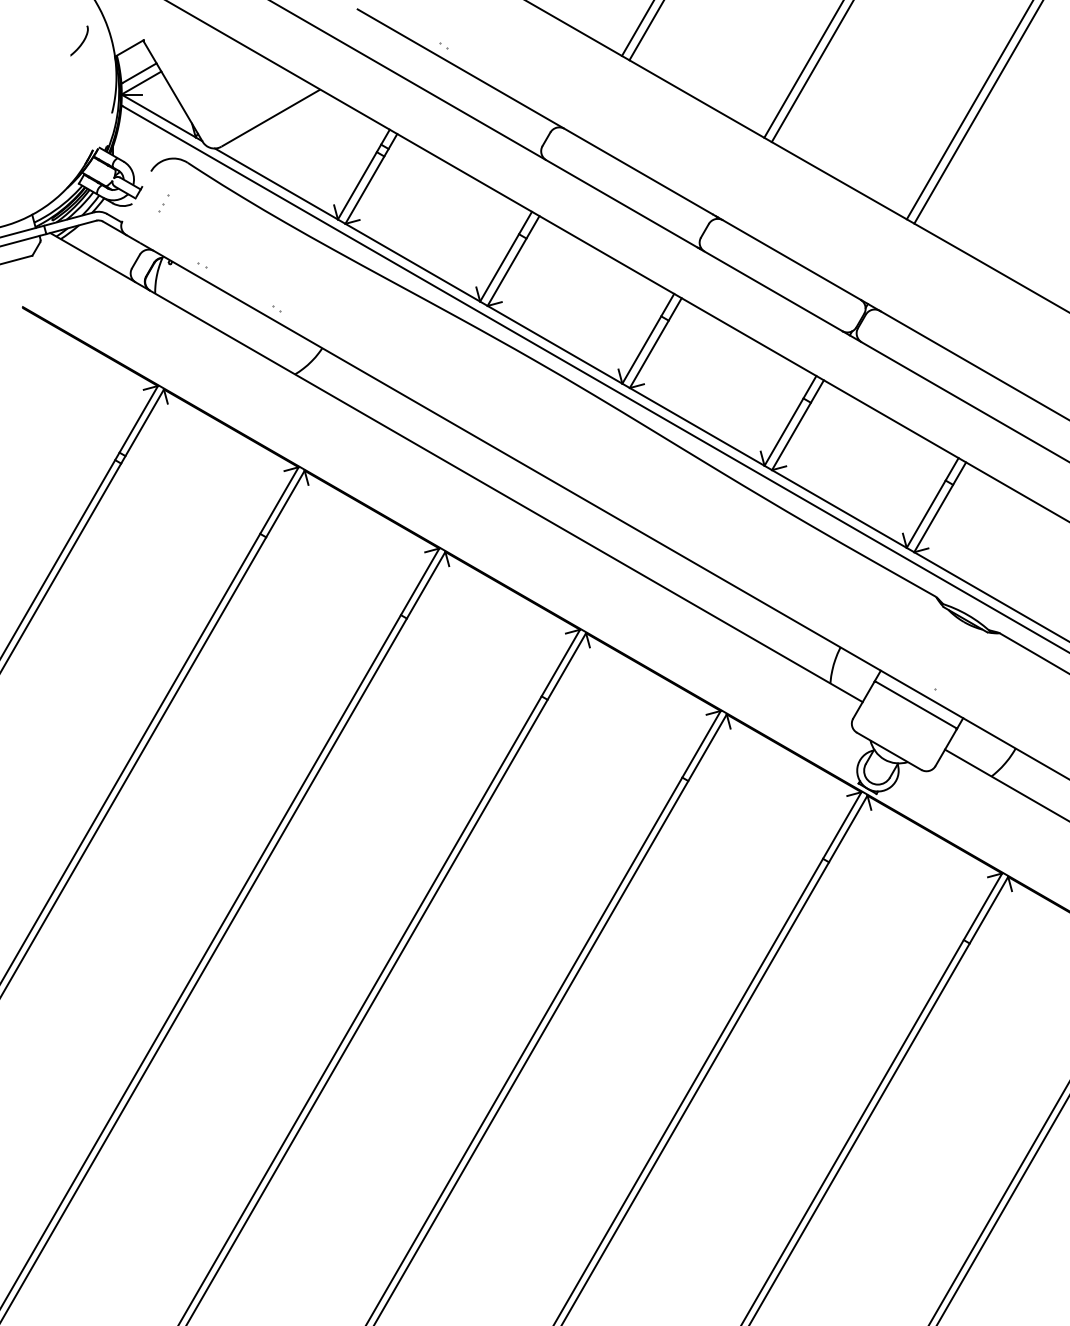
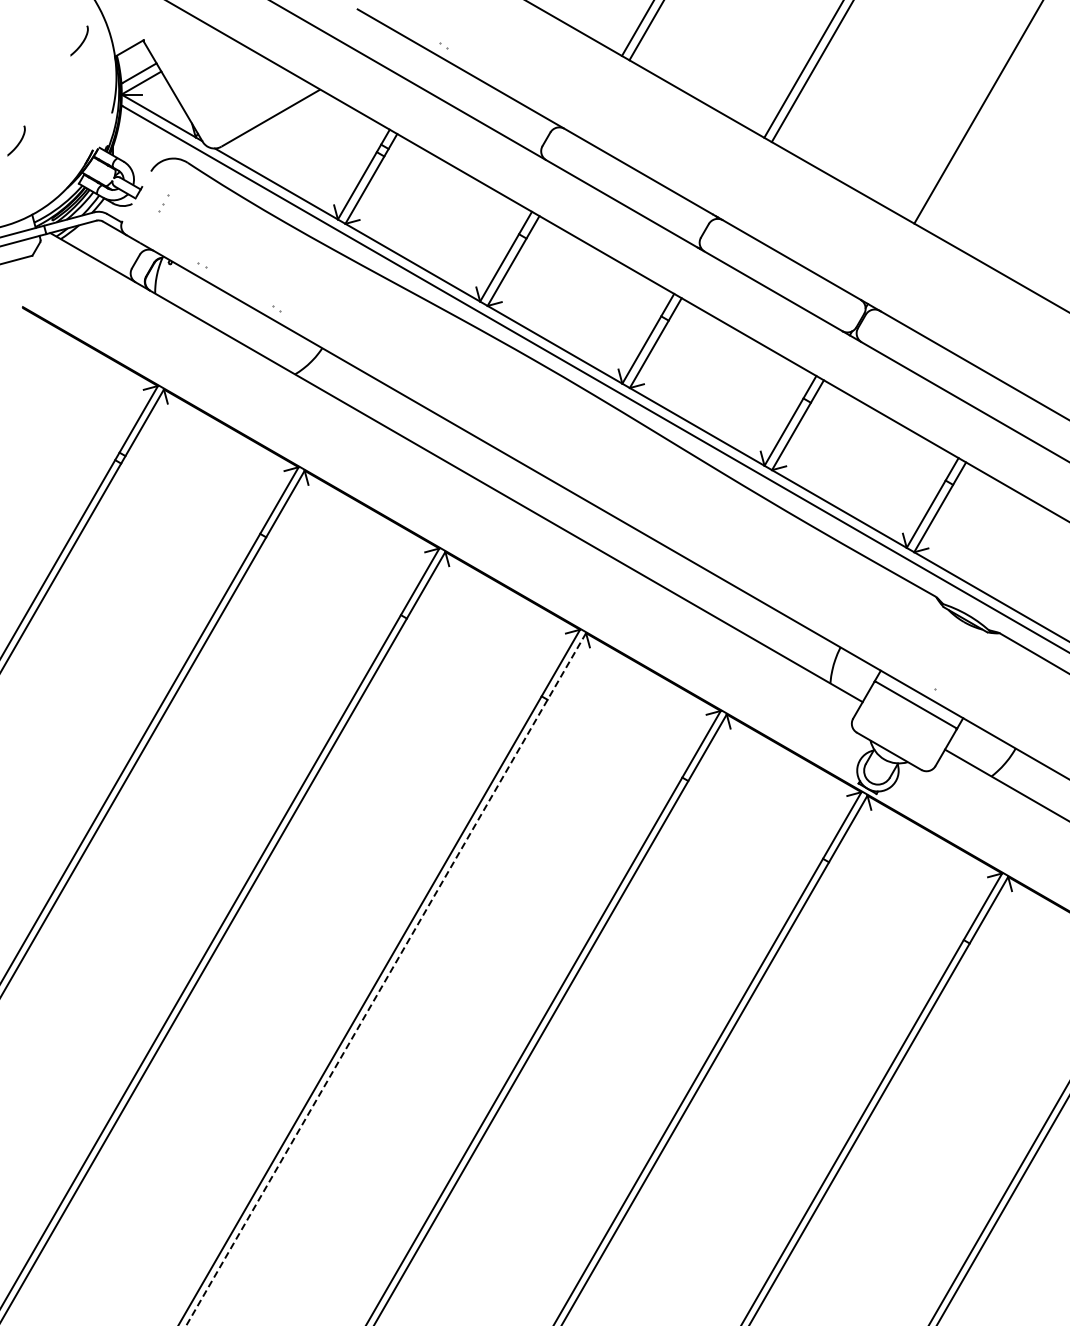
line at (968, 110): present -> none
curve at (18, 142): none -> present
line at (386, 979): solid -> dashed
